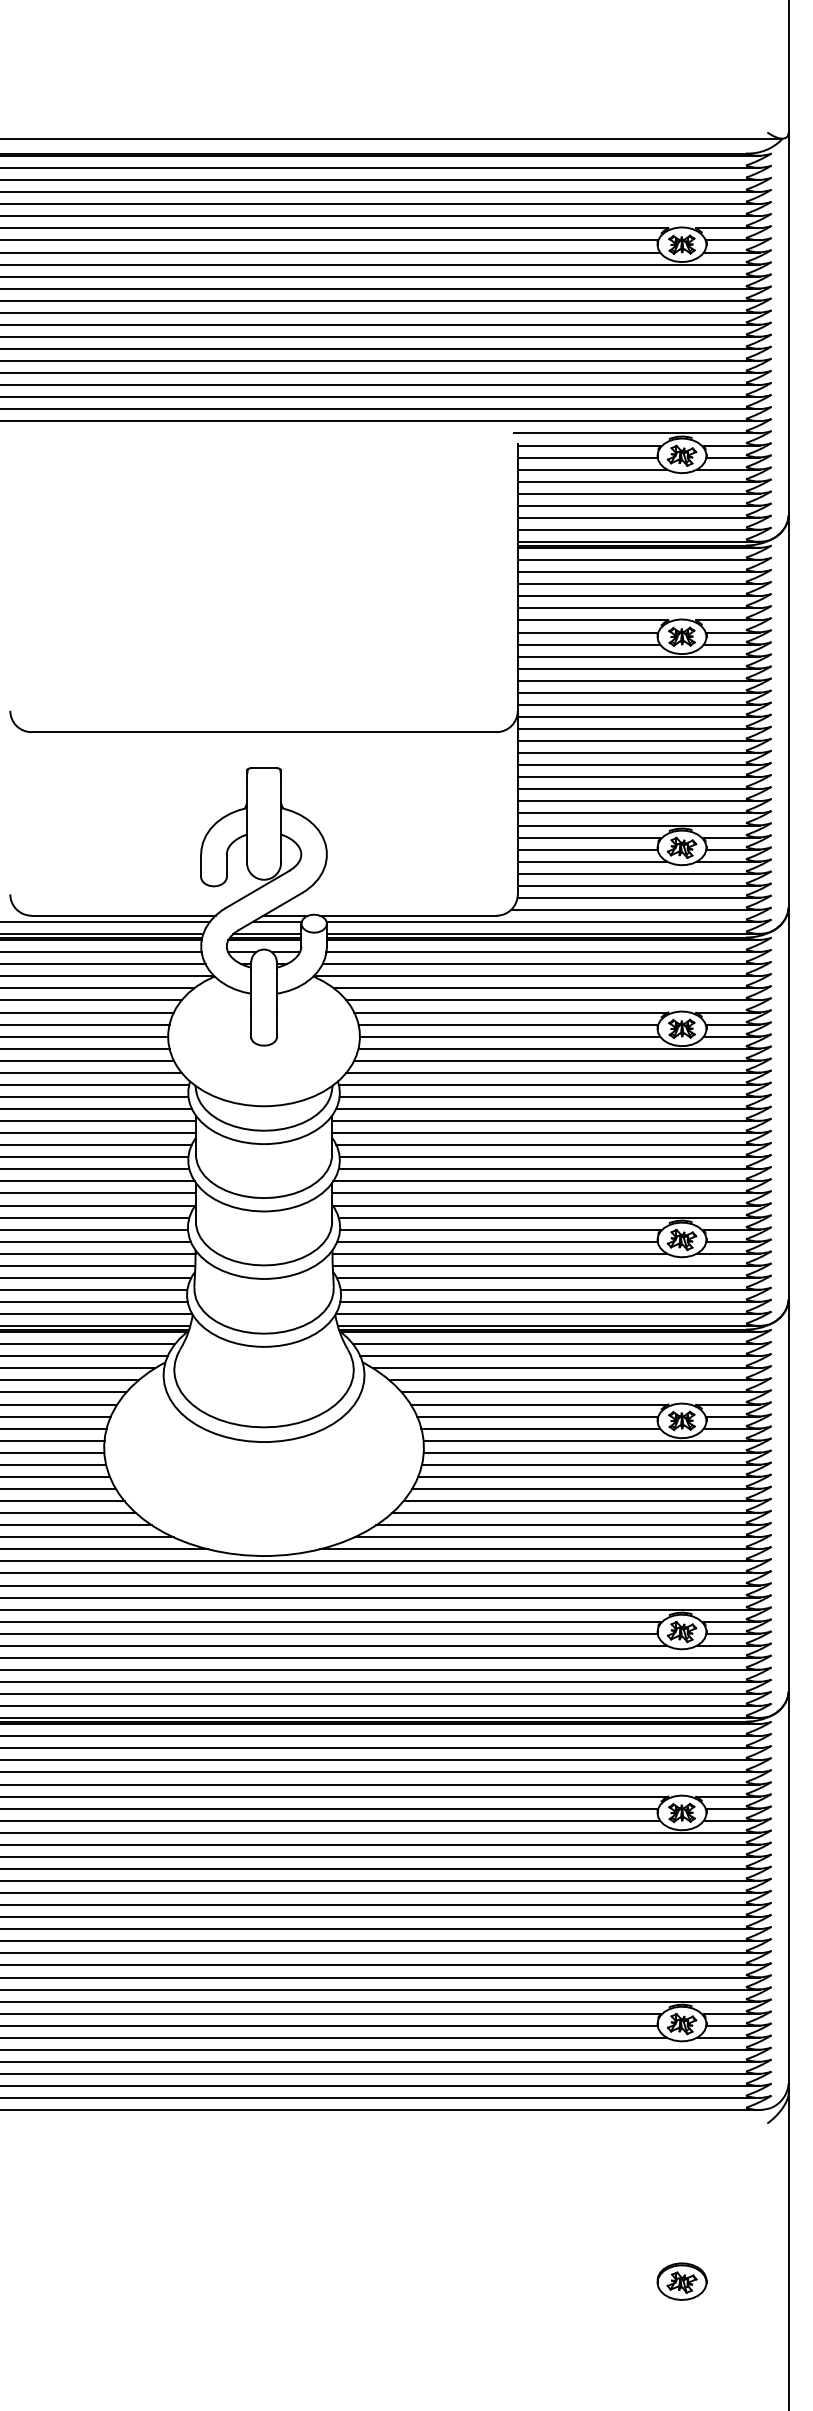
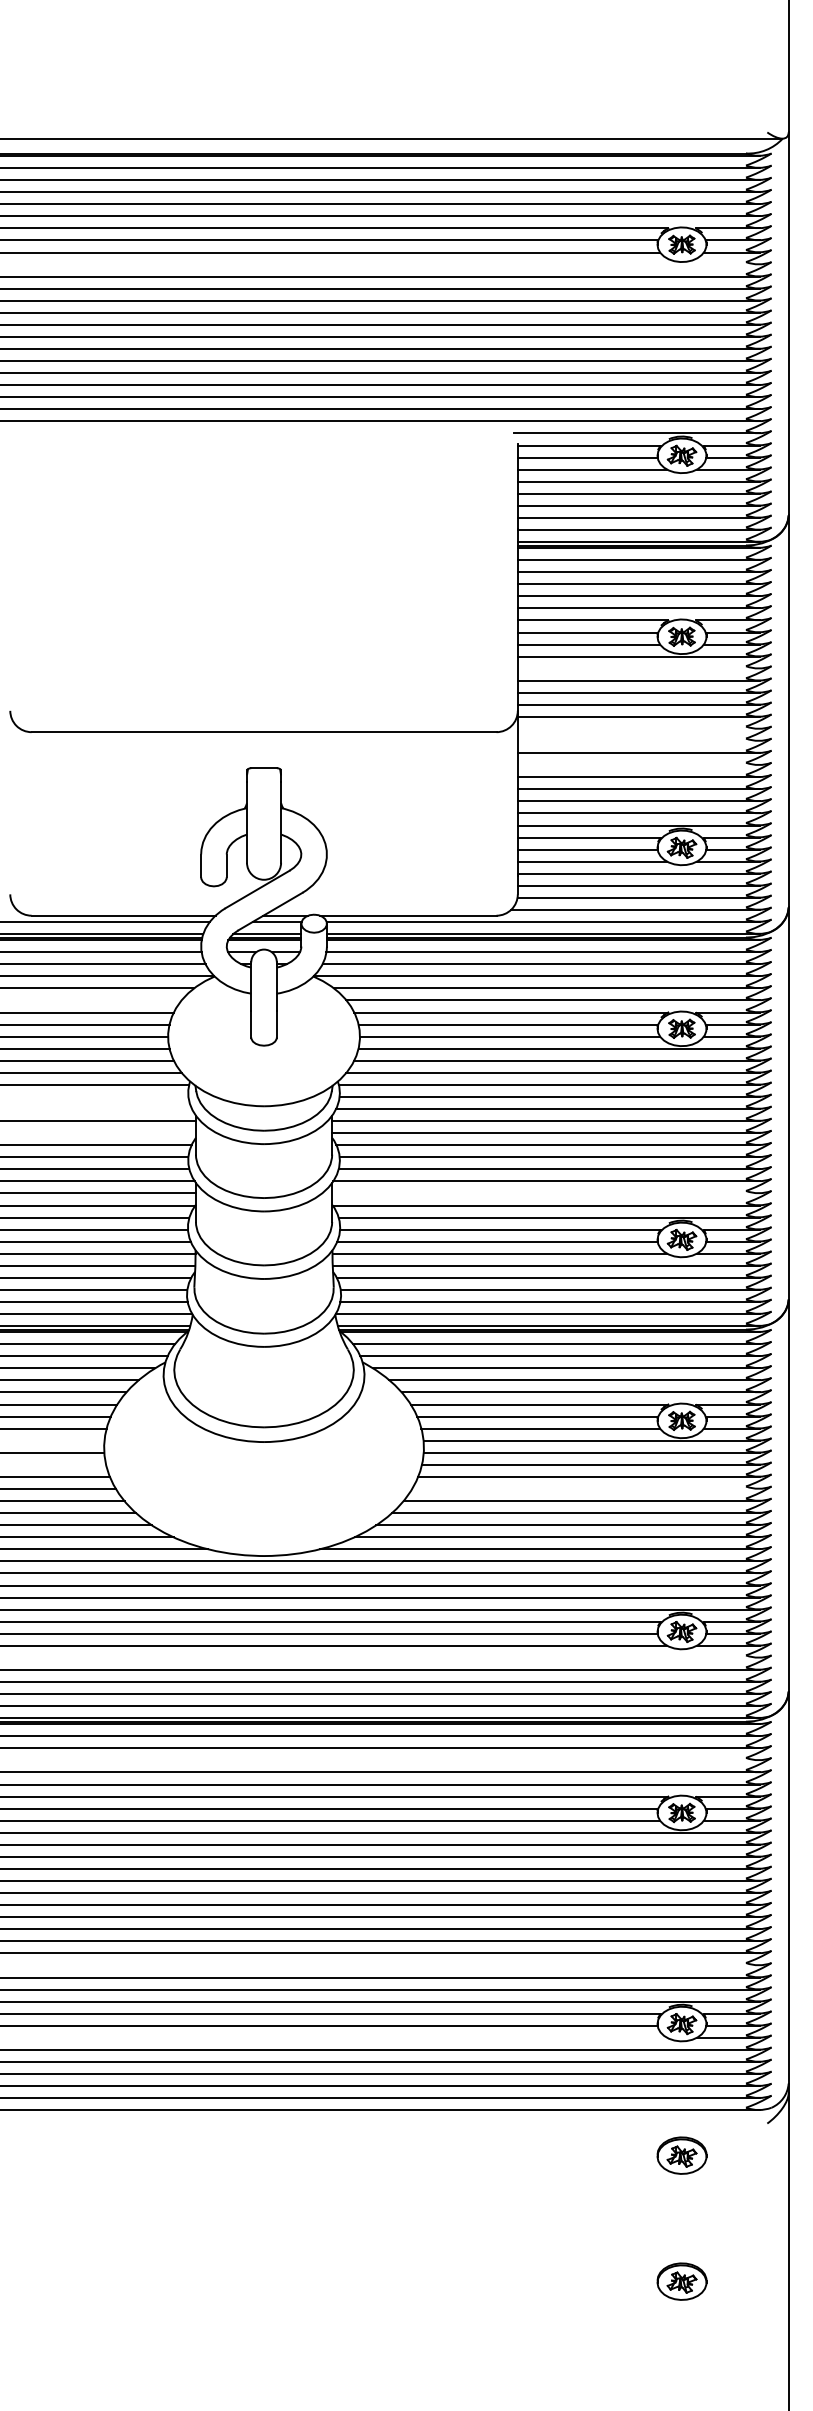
line at (381, 264): present -> none
line at (638, 668): present -> none
line at (638, 729): present -> none
line at (638, 741): present -> none
line at (638, 765): present -> none
line at (91, 1000): present -> none
line at (95, 1096): present -> none
line at (97, 1109): present -> none
line at (98, 1133): present -> none
line at (546, 1193): present -> none
line at (53, 1440): present -> none
line at (54, 1464): present -> none
line at (586, 1489): present -> none
line at (381, 1657): present -> none
line at (381, 1760): present -> none
line at (381, 1965): present -> none
line at (334, 2037): present -> none
part at (681, 2155): none -> present
